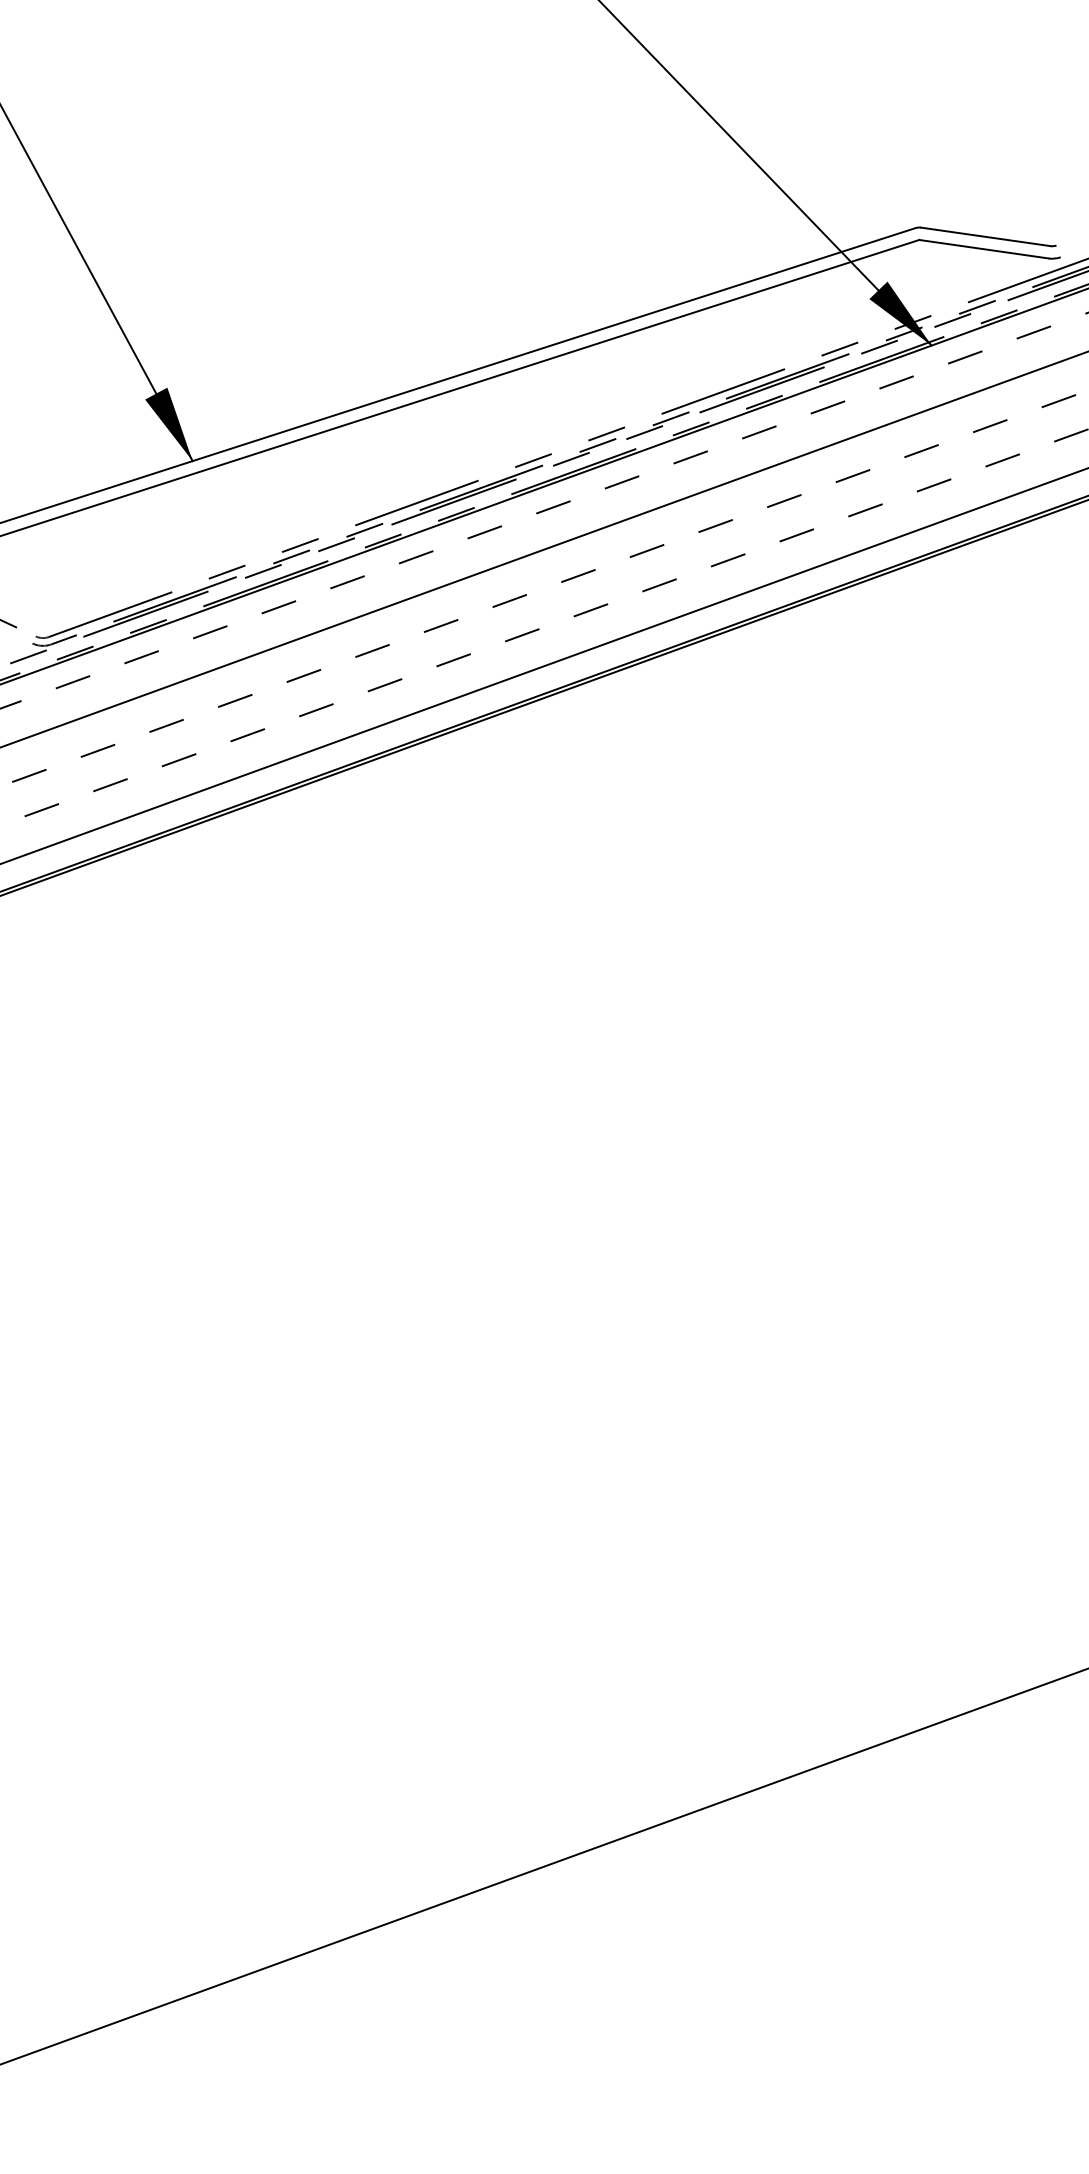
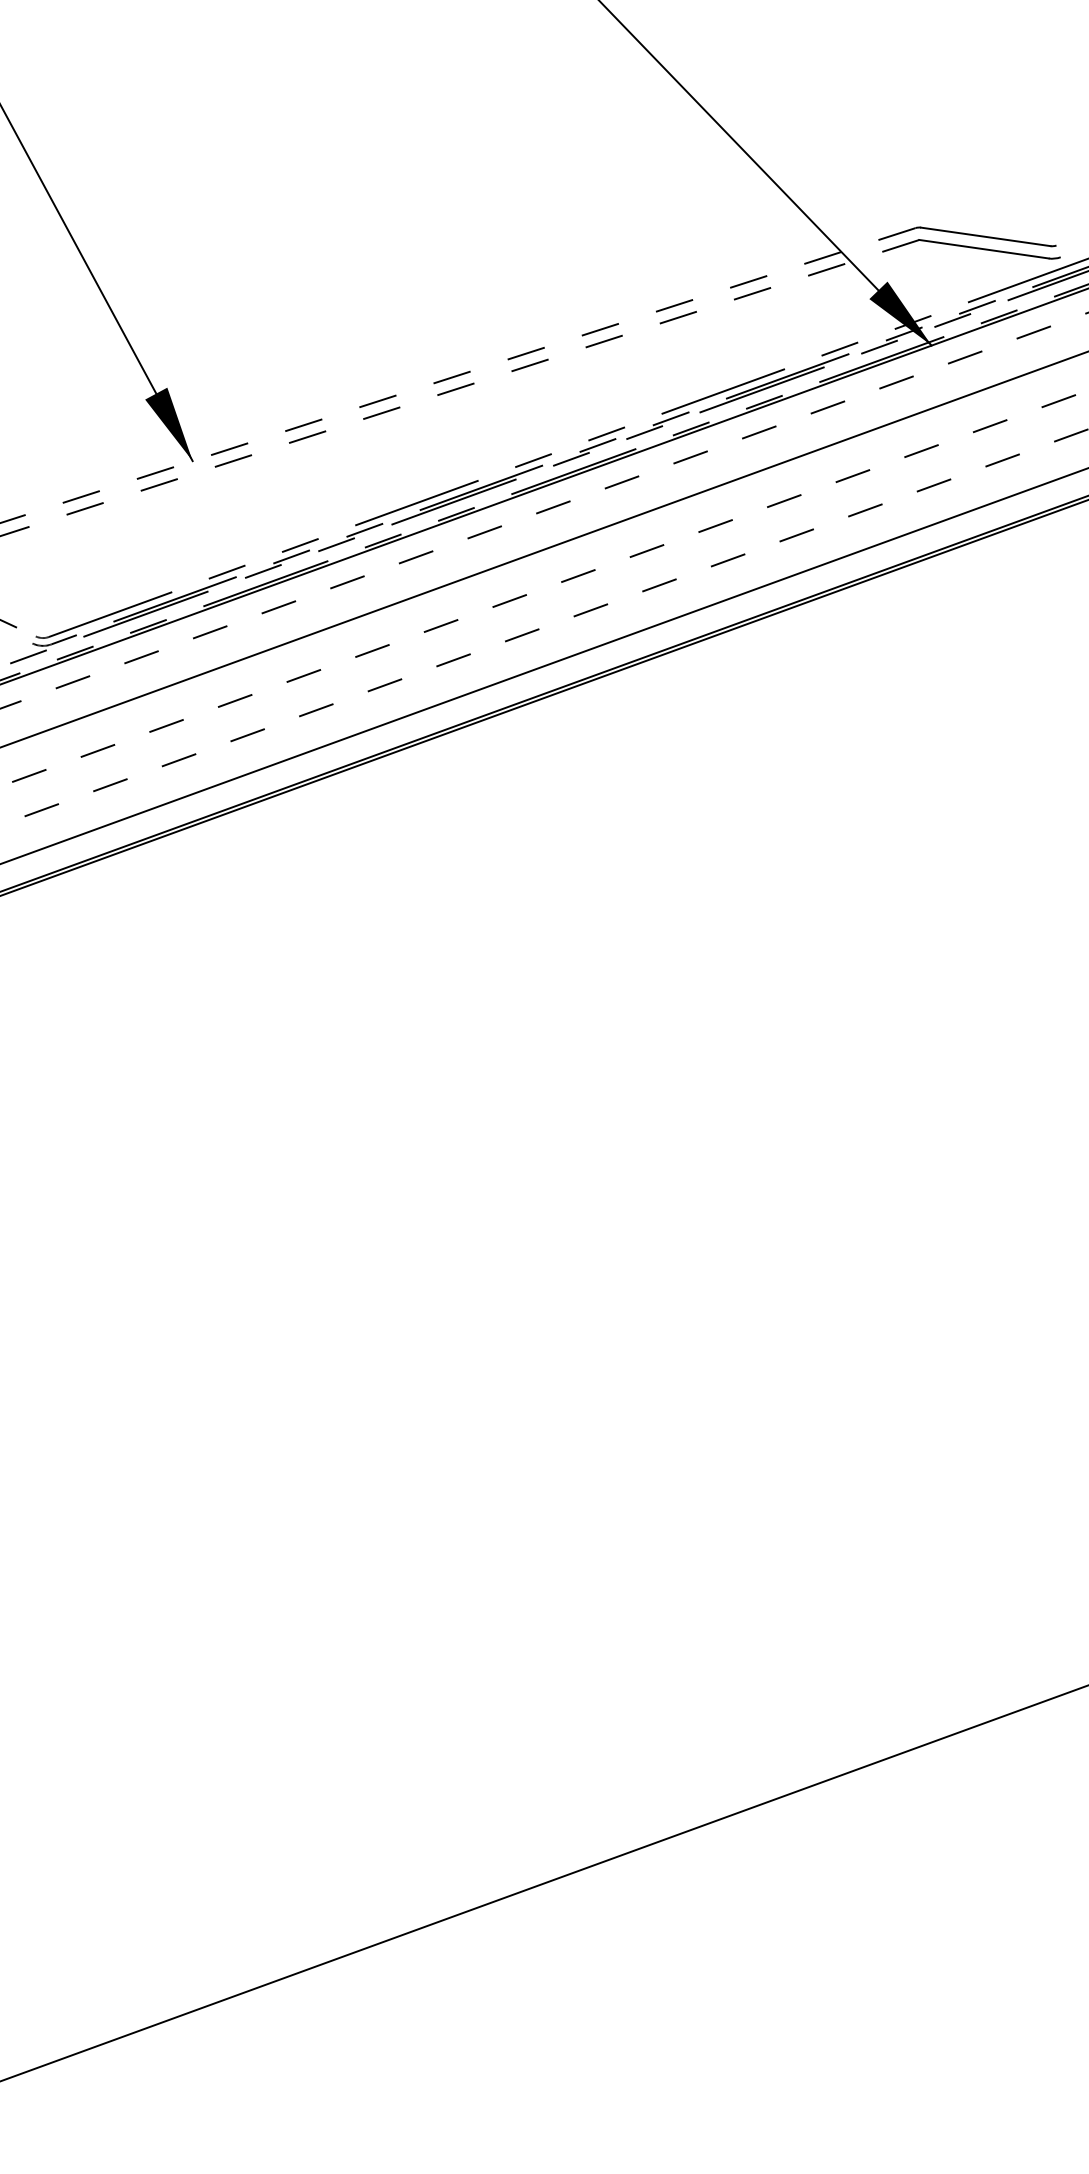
line at (457, 375): solid -> dashed
line at (459, 388): solid -> dashed
line at (543, 1866) position: (543, 1866) -> (543, 1883)
